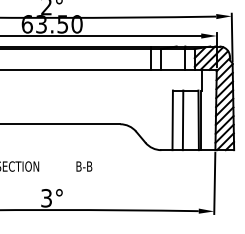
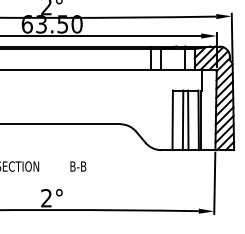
line at (188, 120): none -> present
text at (84, 166) position: (84, 166) -> (78, 166)
text at (46, 198): 3° -> 2°
